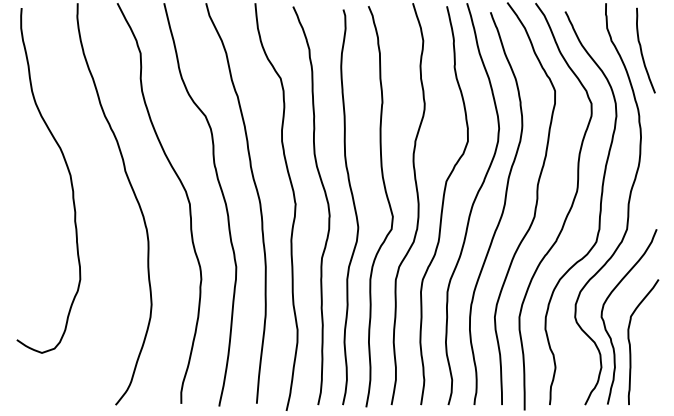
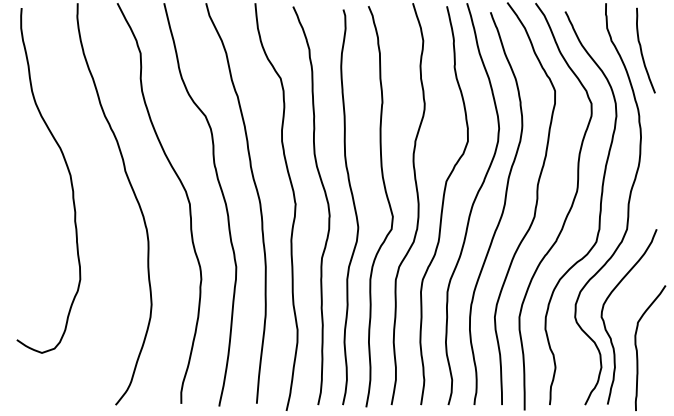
curve at (630, 341) position: (630, 341) -> (637, 347)
